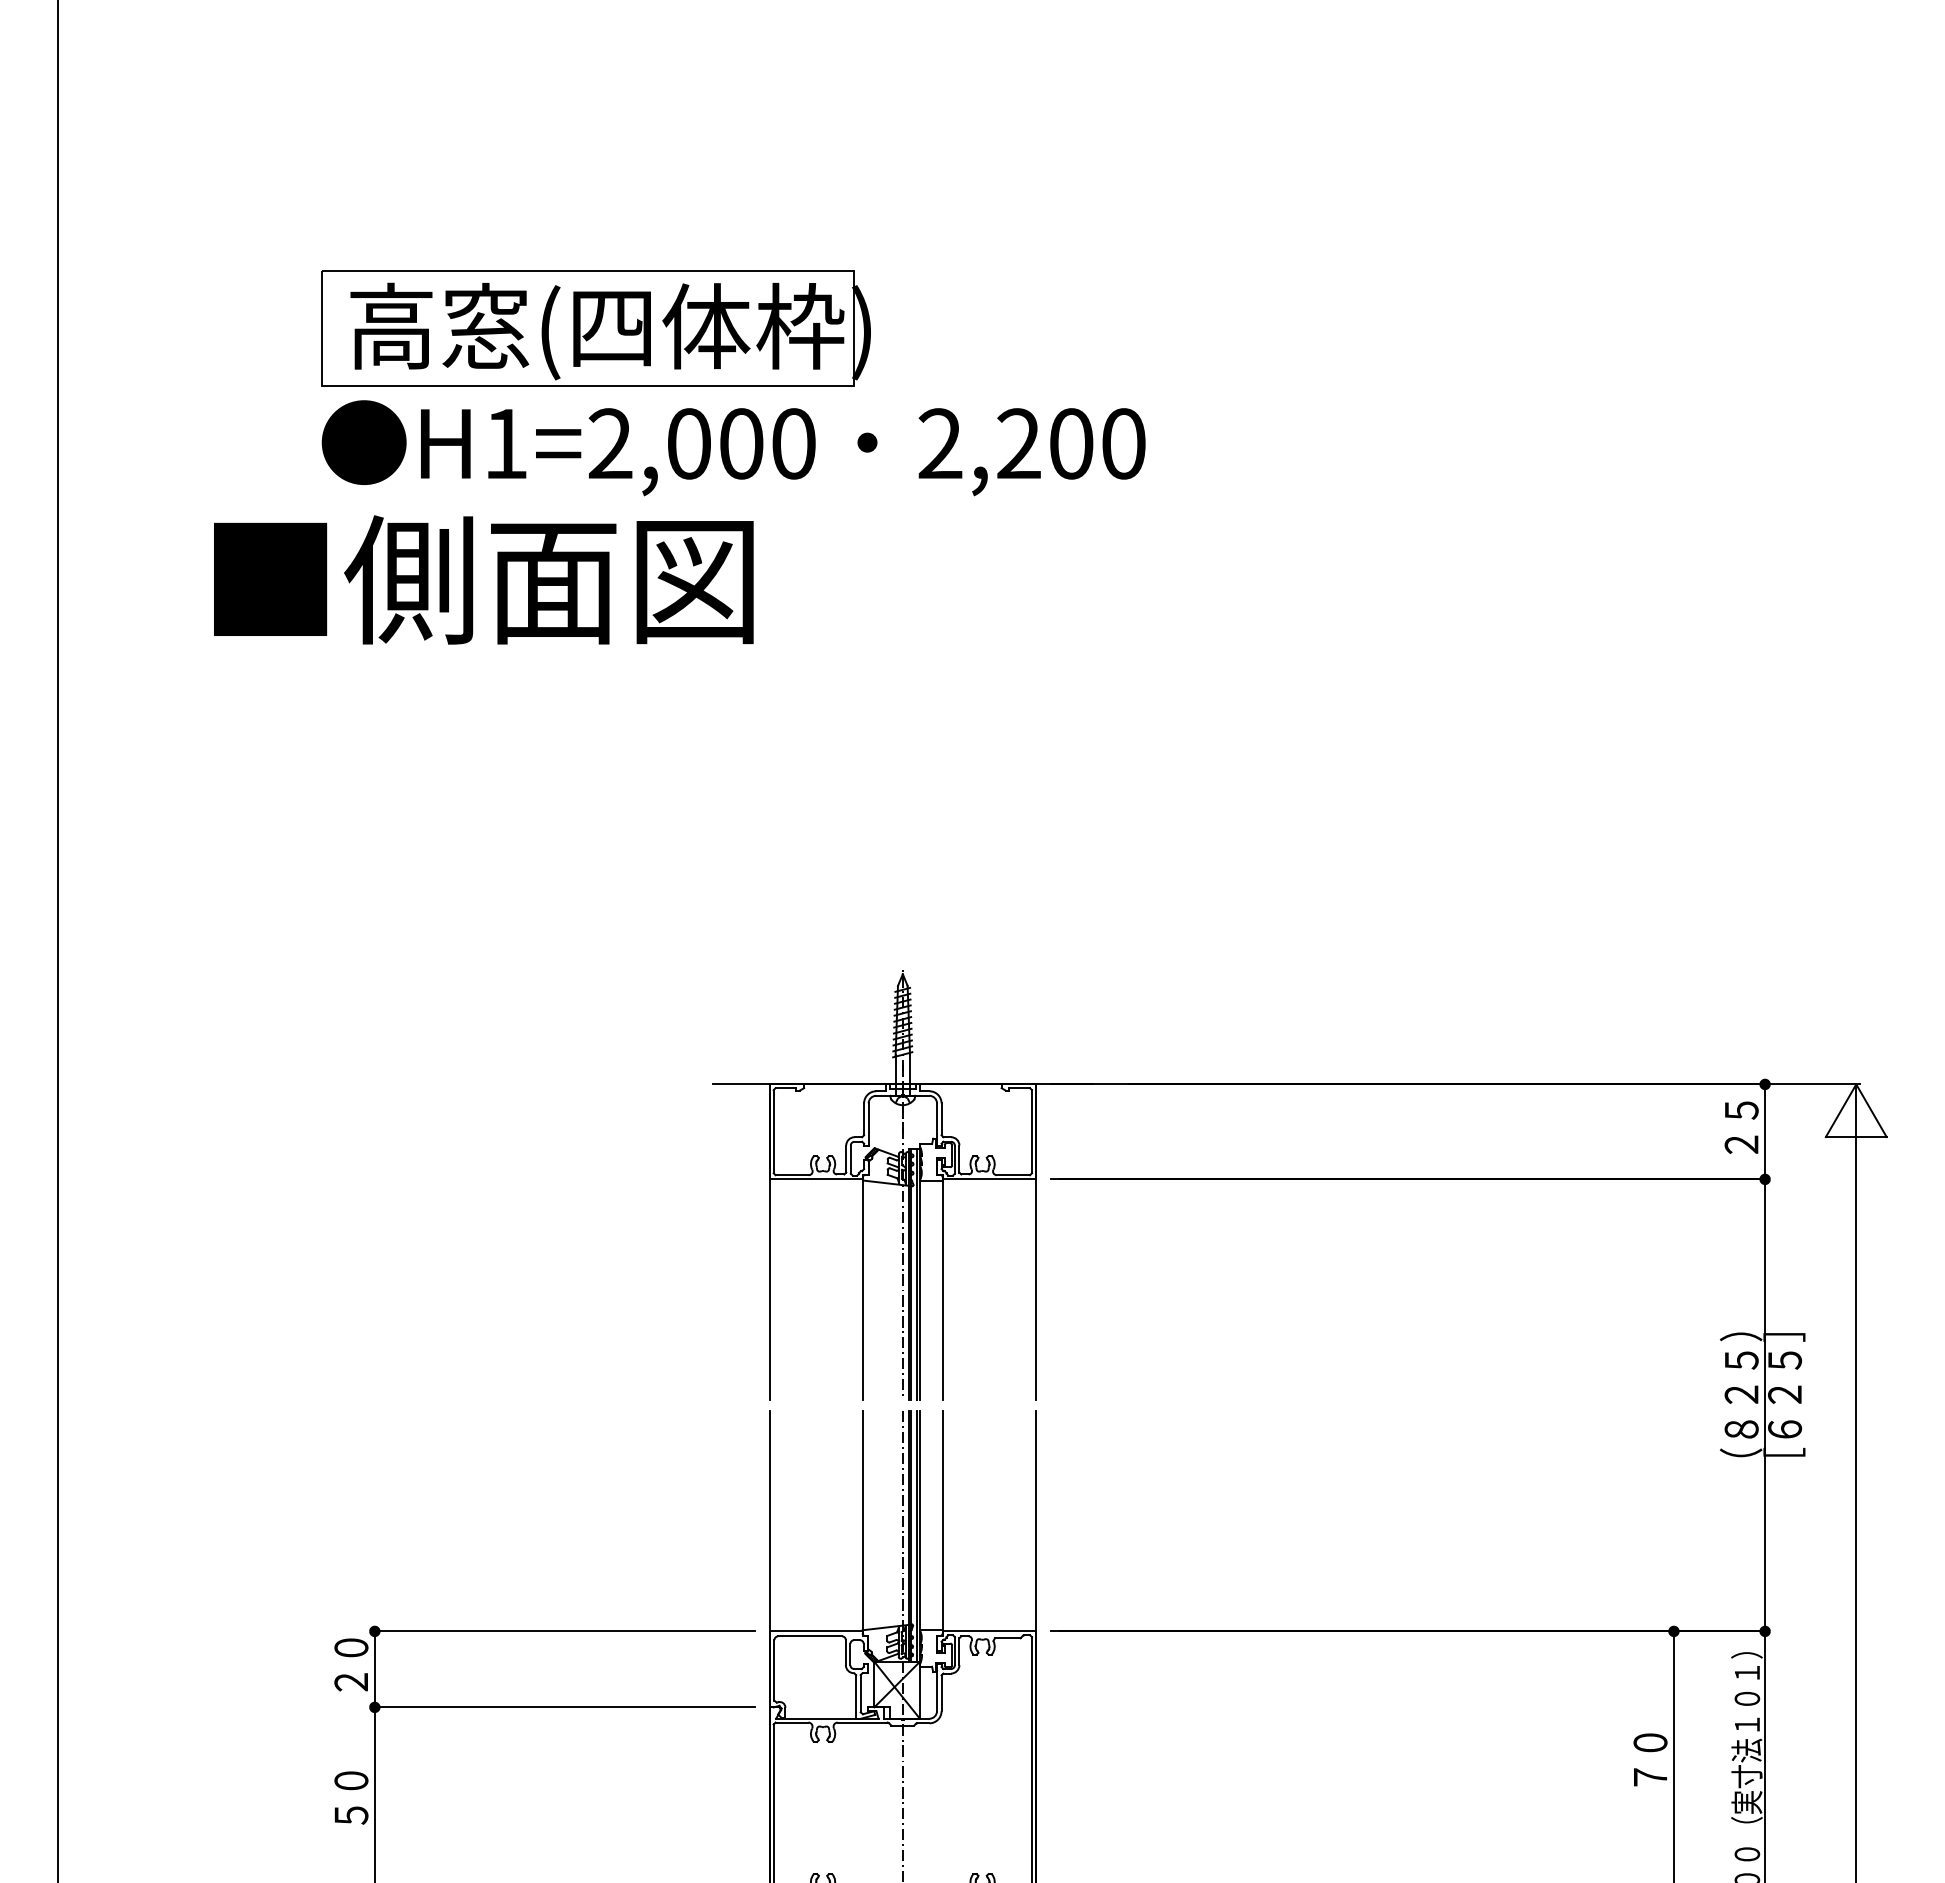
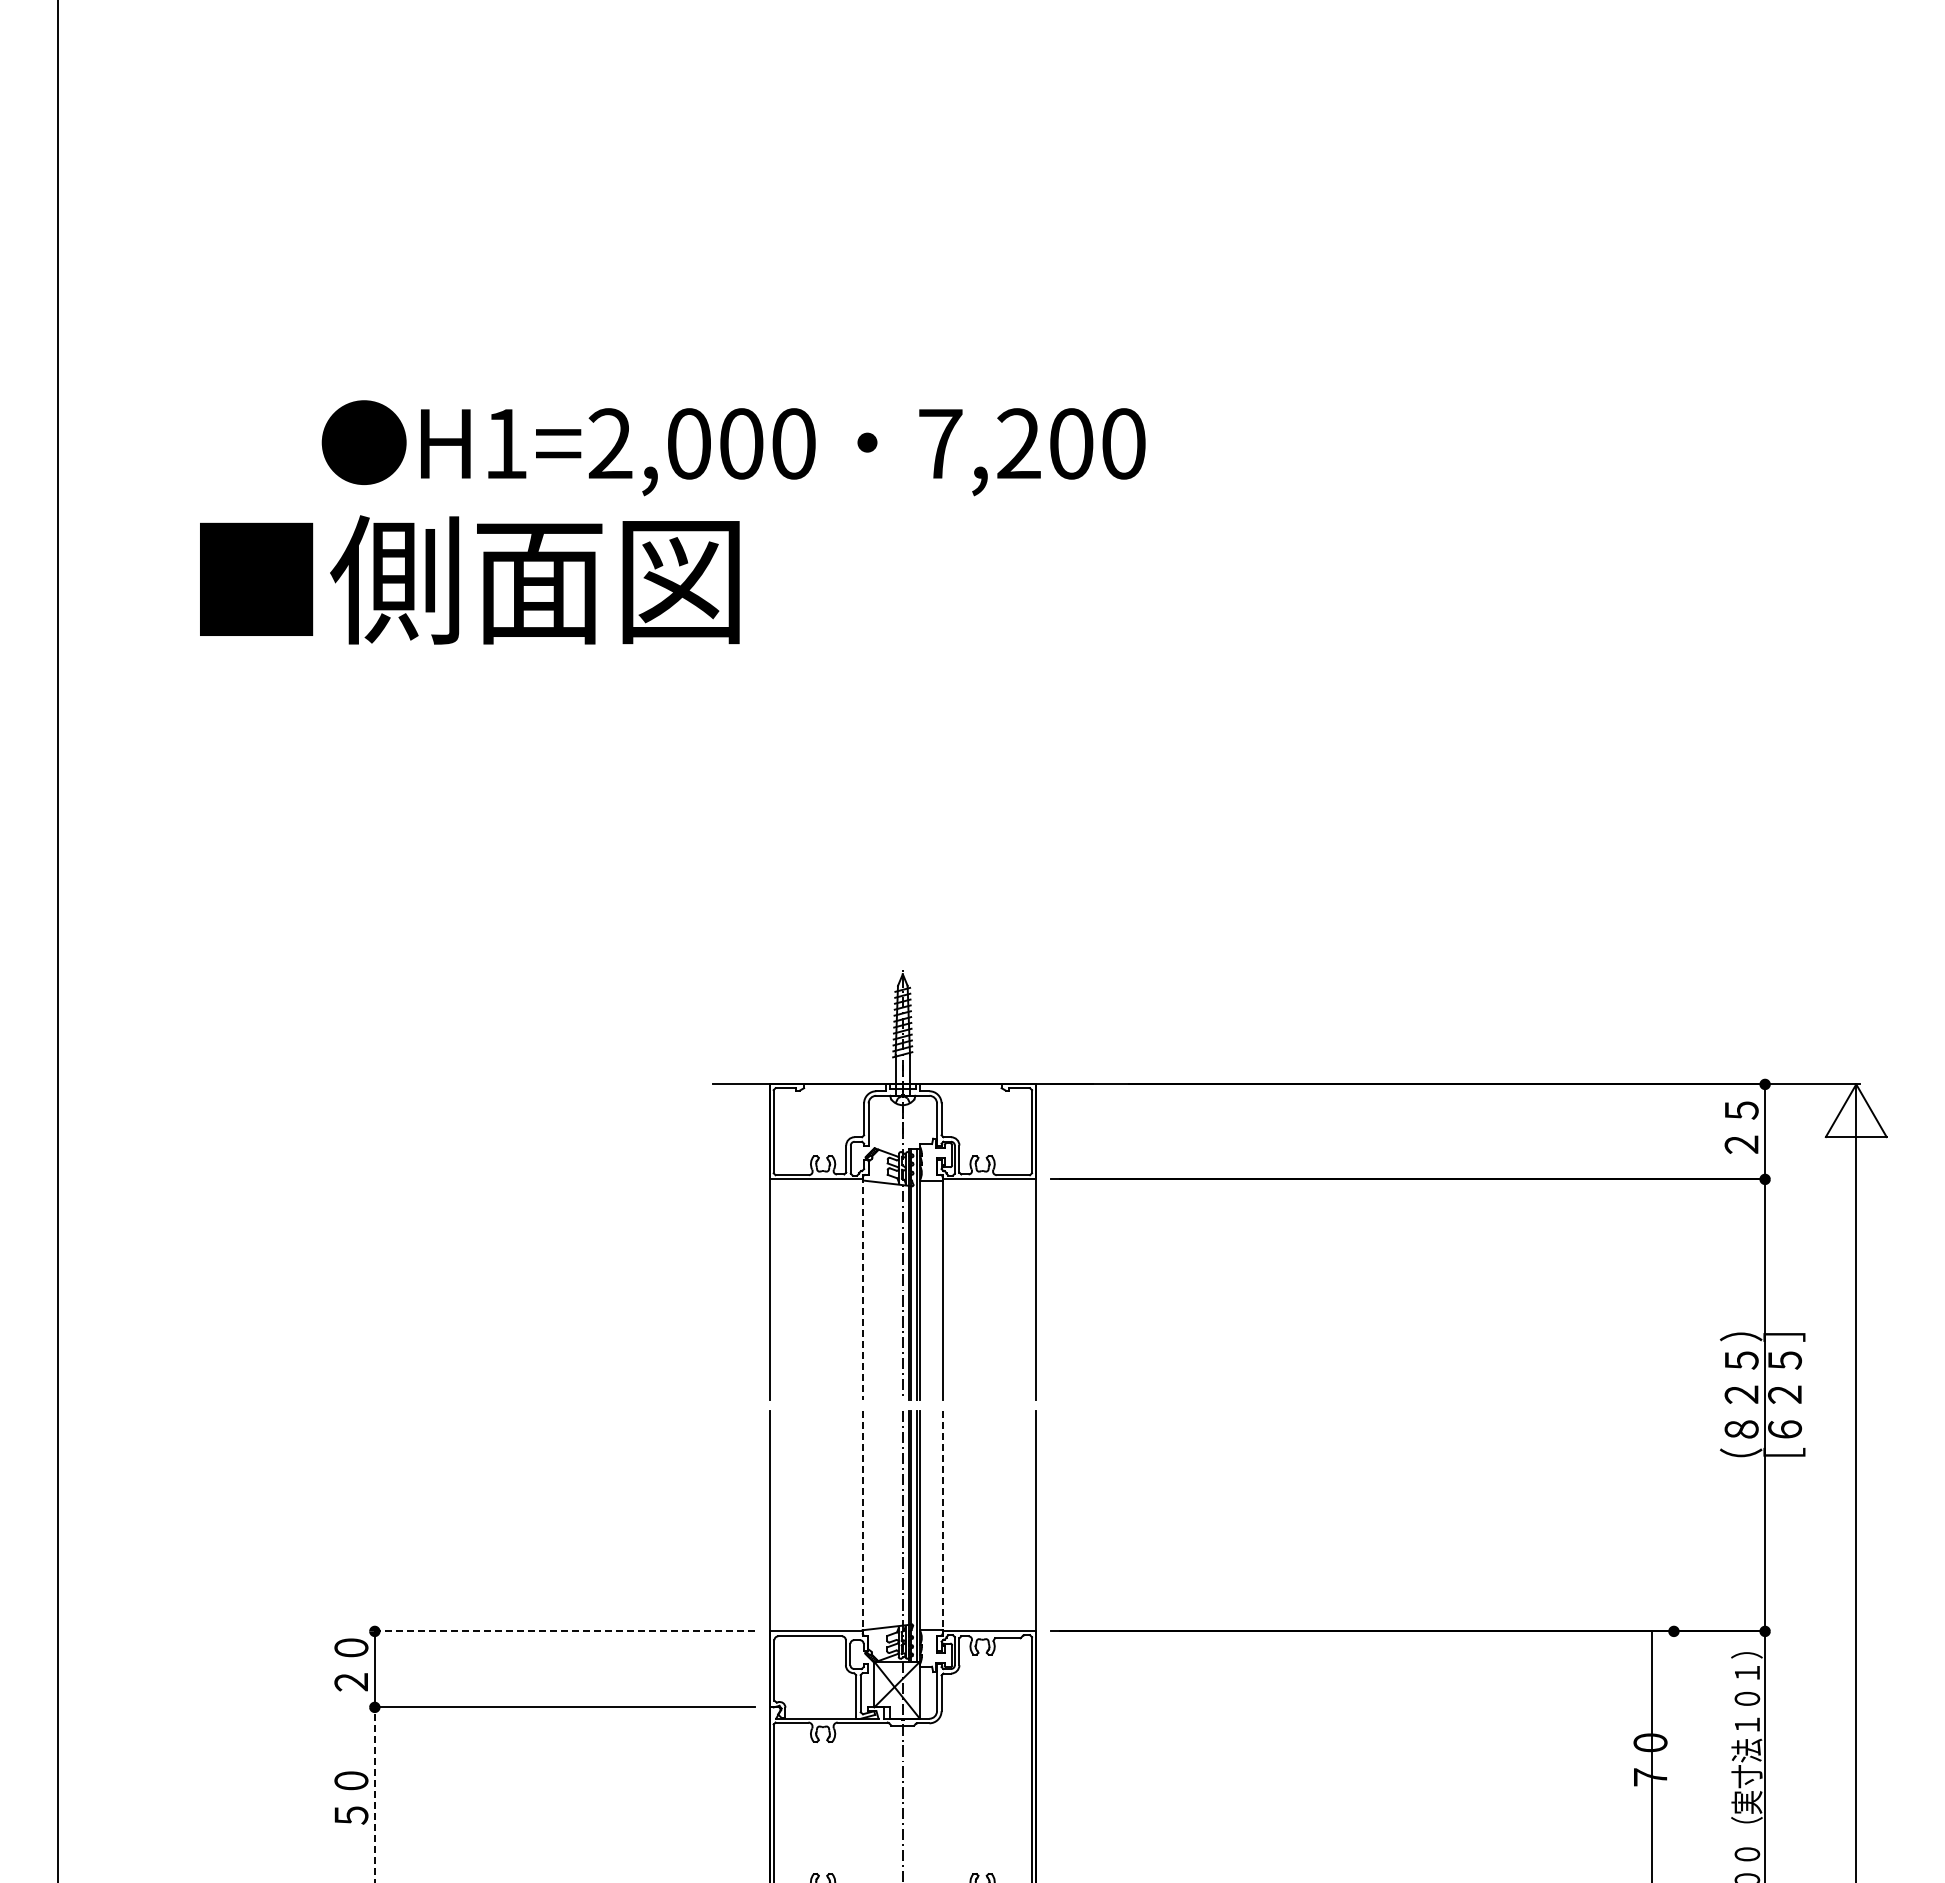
part at (595, 328): present -> none
text at (940, 443): 2,200 -> 7,200
text at (483, 579) position: (483, 579) -> (469, 579)
line at (862, 1287): solid -> dashed
line at (862, 1520): solid -> dashed
line at (942, 1522): solid -> dashed
line at (562, 1631): solid -> dashed
line at (1673, 1755) position: (1673, 1755) -> (1651, 1755)
line at (374, 1794): solid -> dashed
